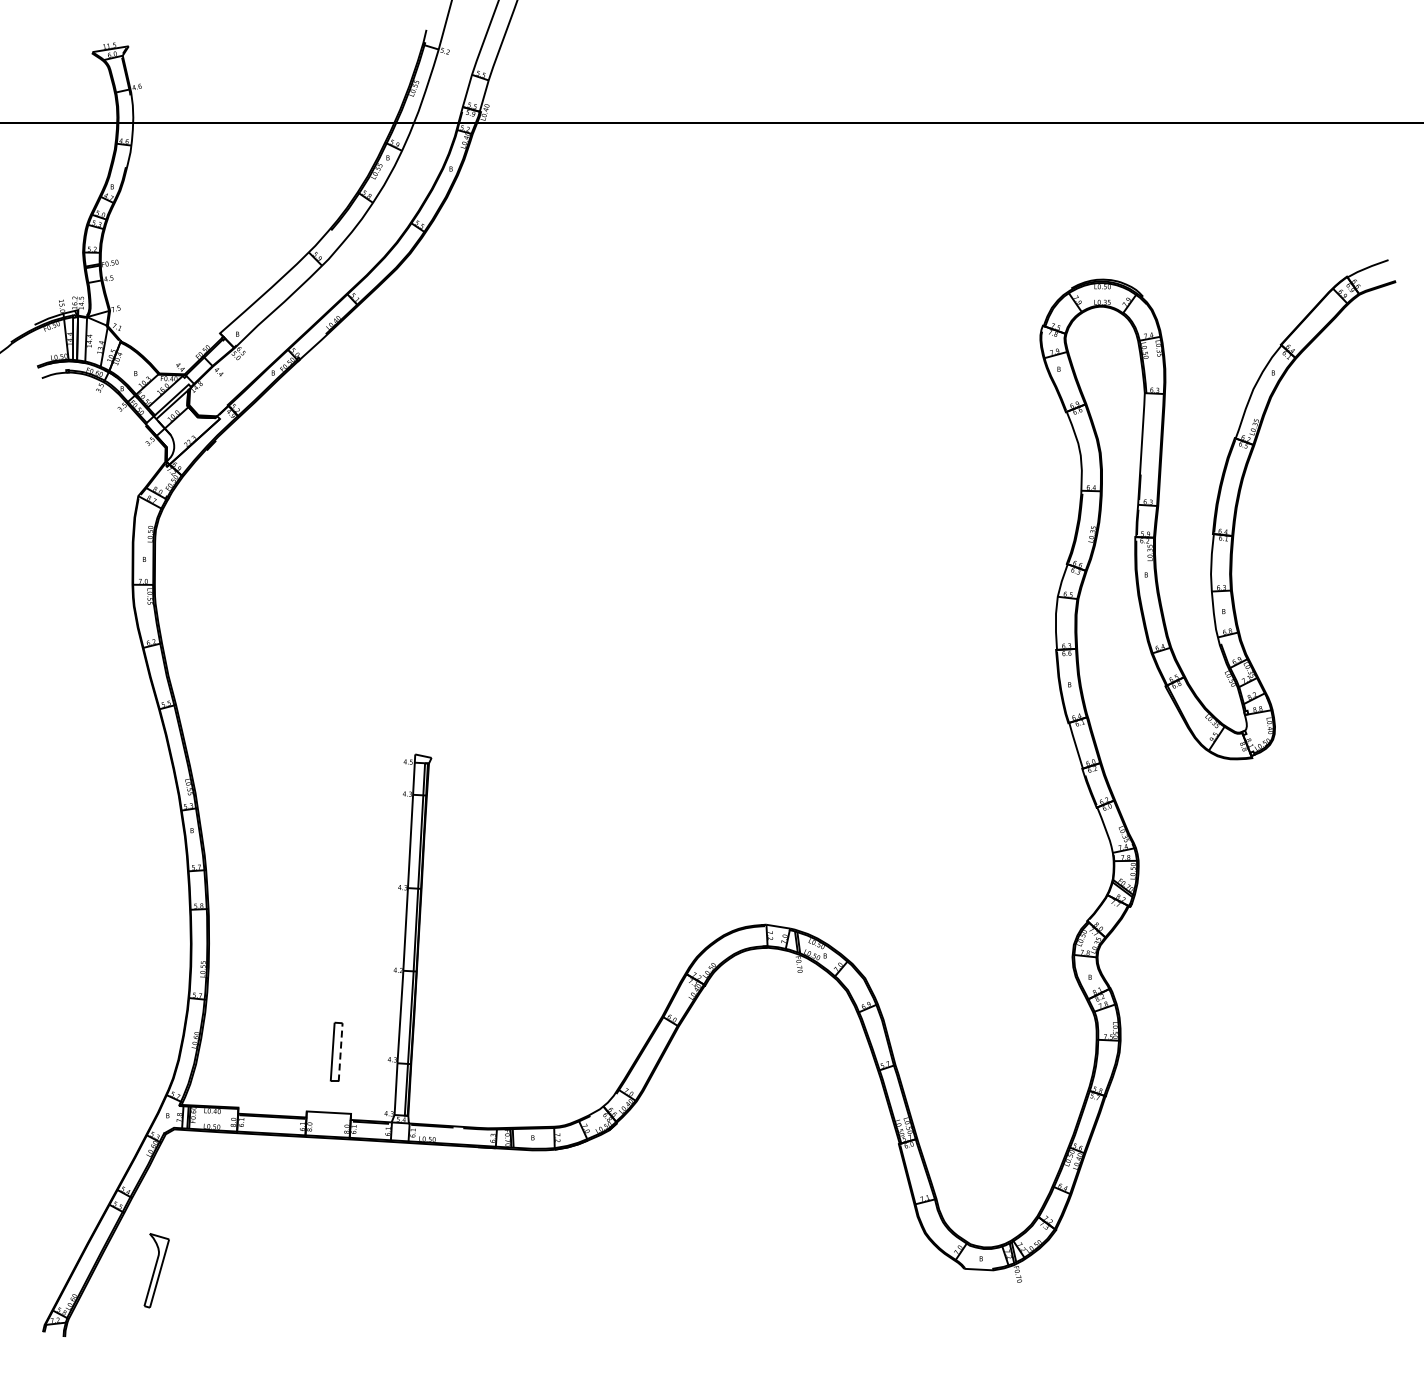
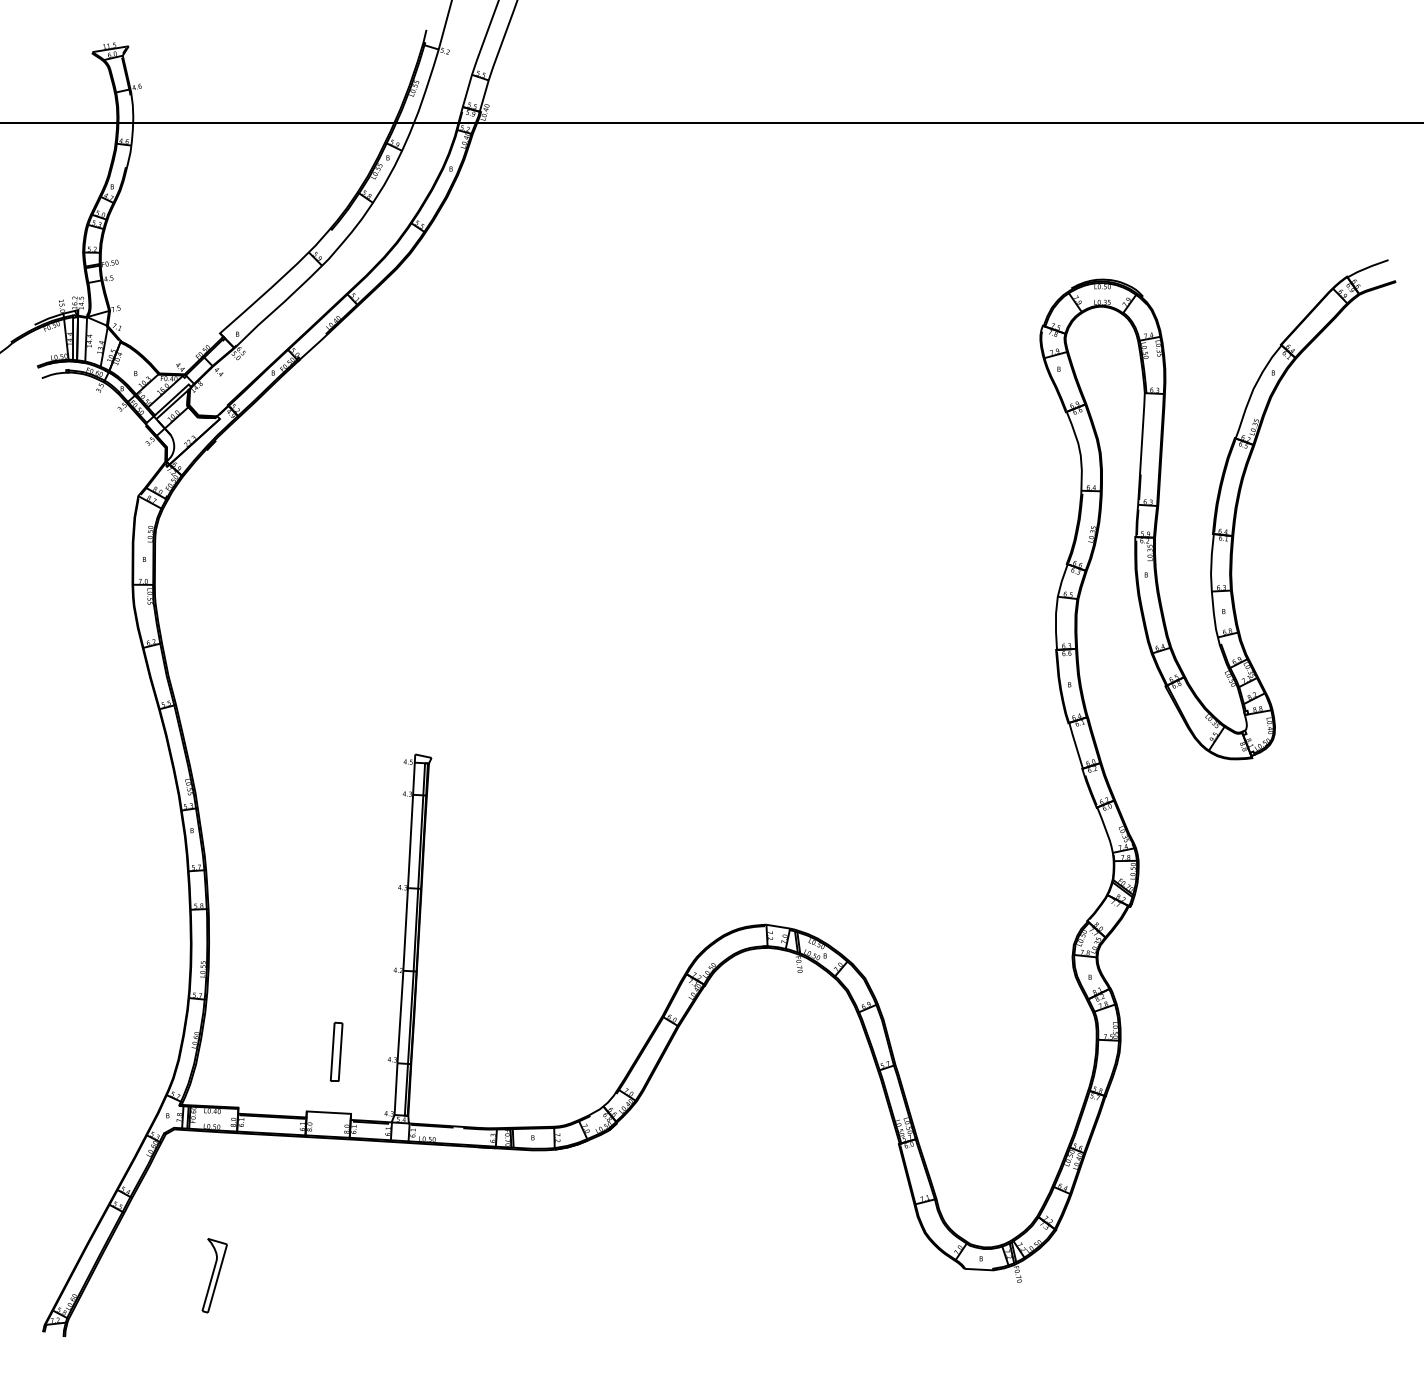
line at (340, 1051): dashed -> solid
part at (156, 1270) position: (156, 1270) -> (214, 1275)
